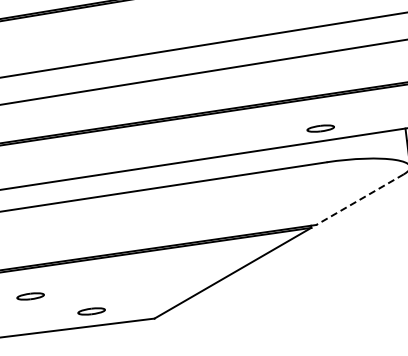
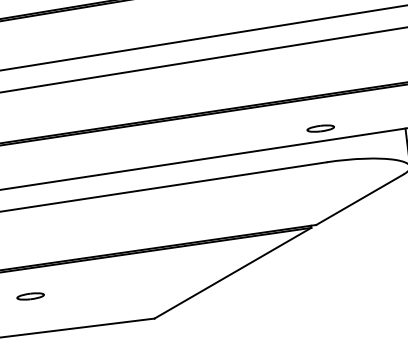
line at (203, 44) position: (203, 44) -> (203, 37)
line at (203, 72) position: (203, 72) -> (203, 59)
line at (360, 199): dashed -> solid
part at (91, 311): present -> none
